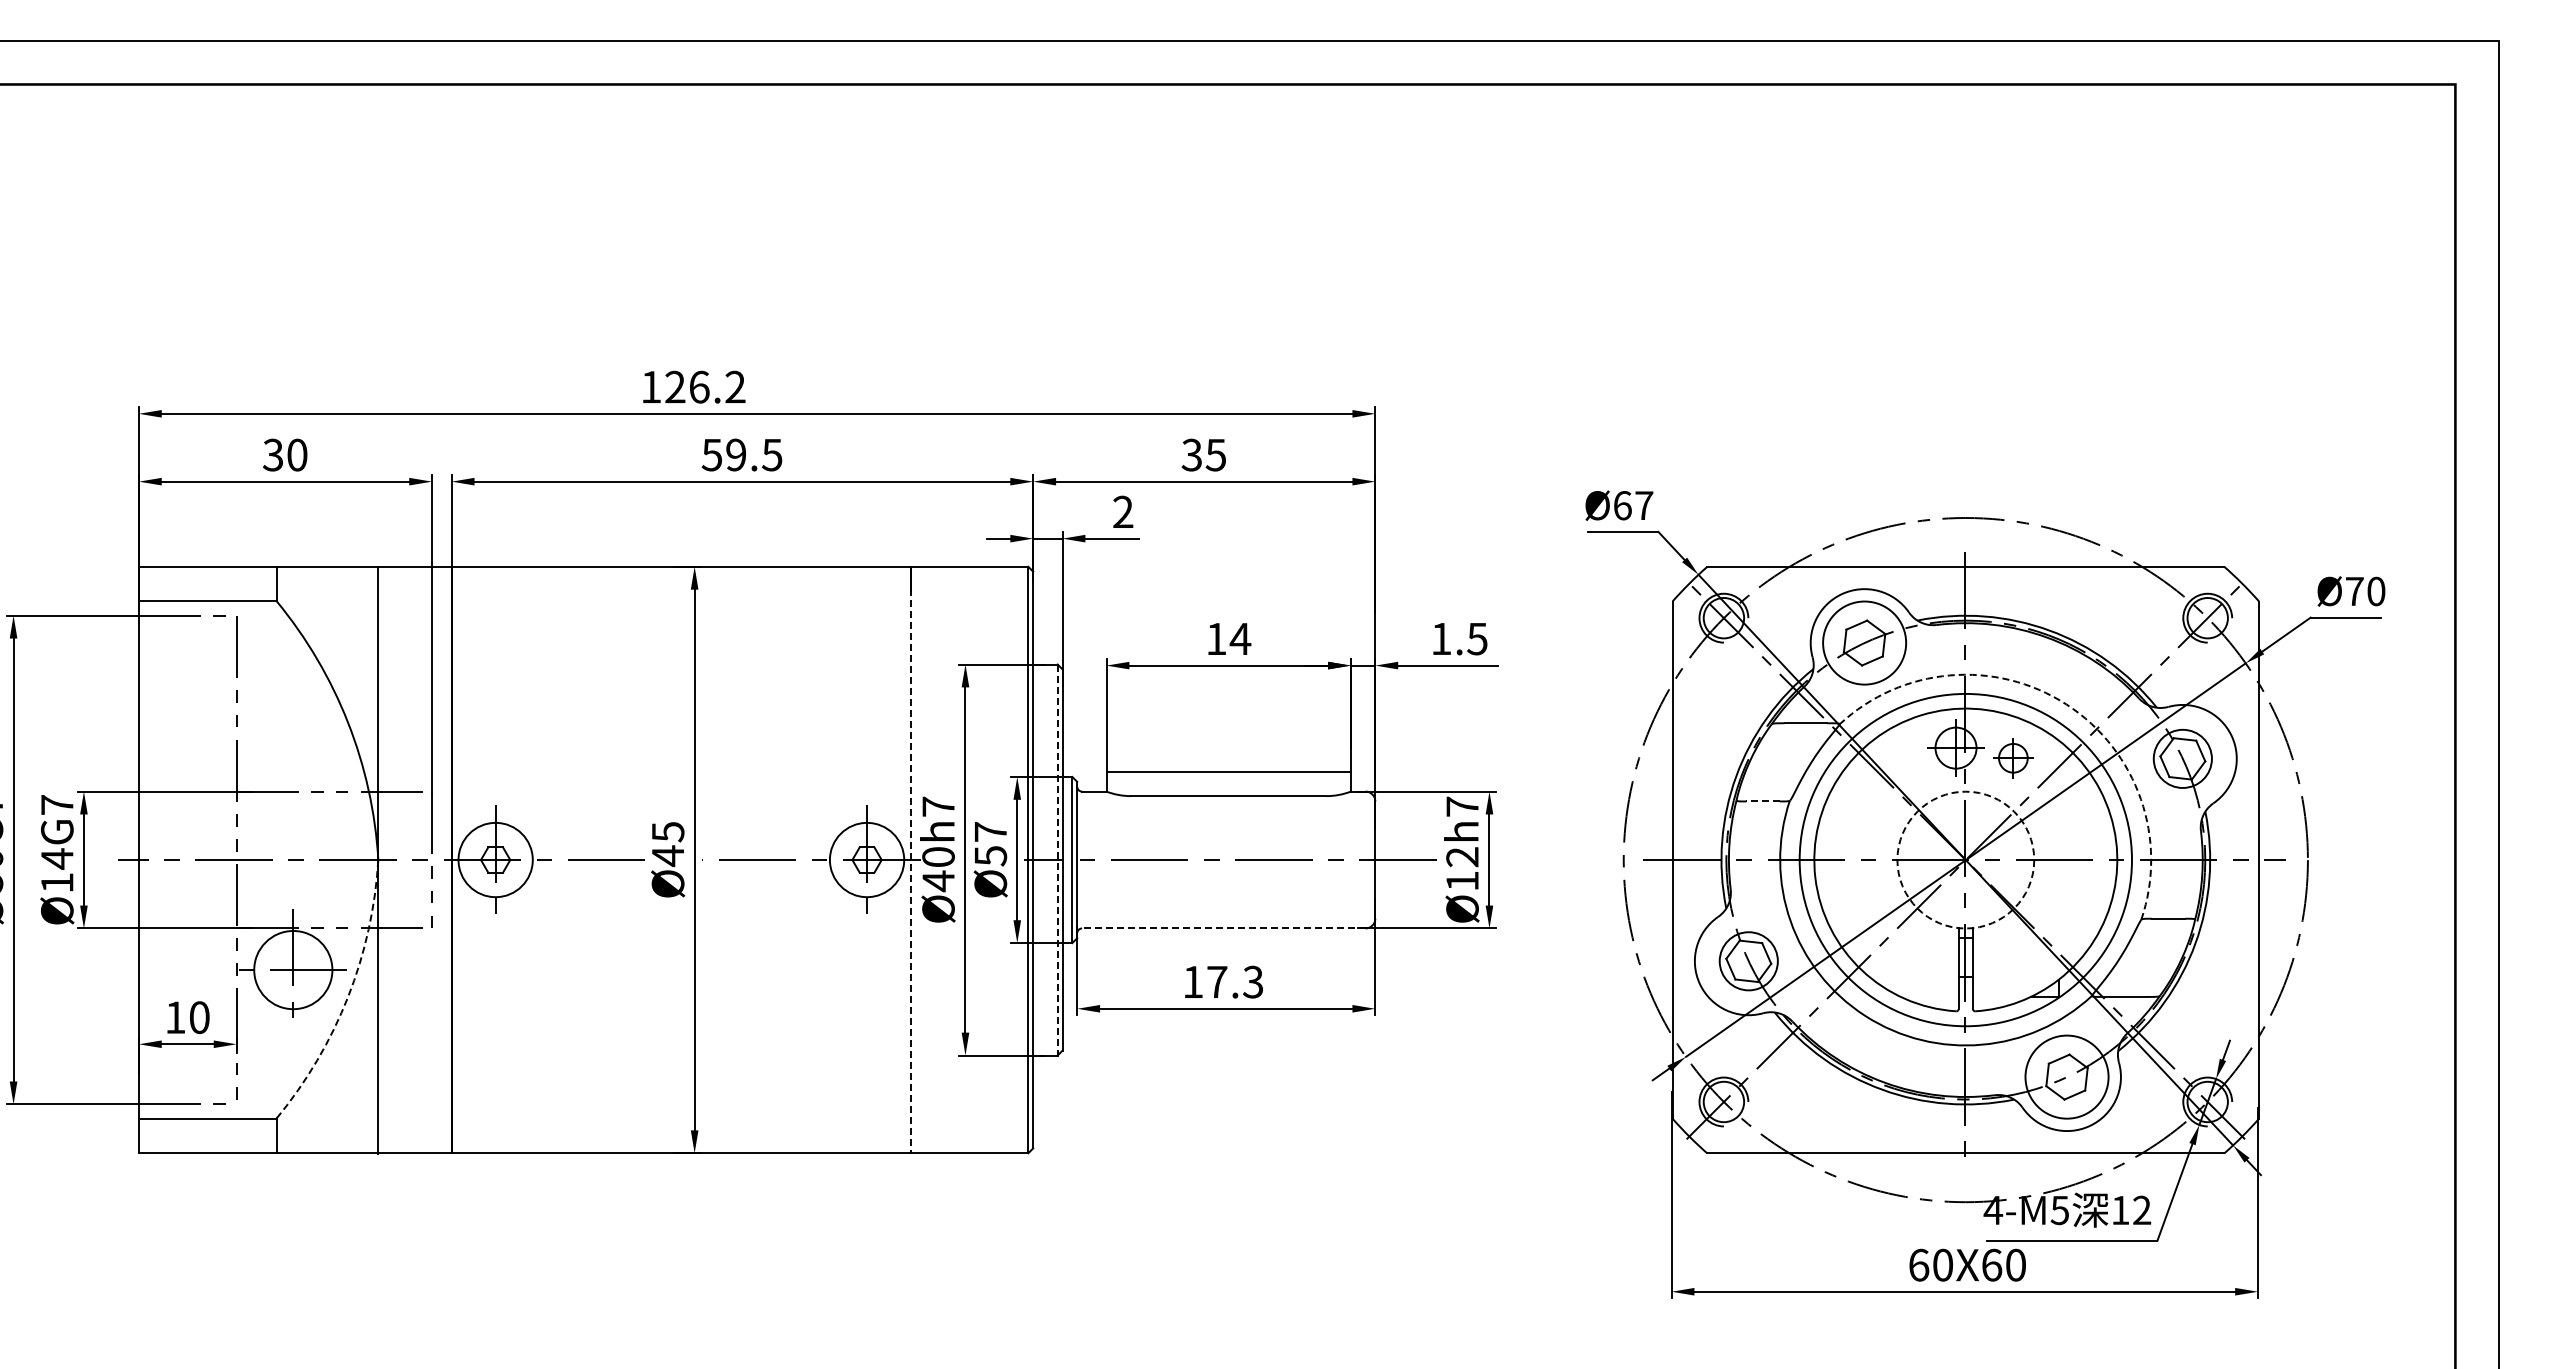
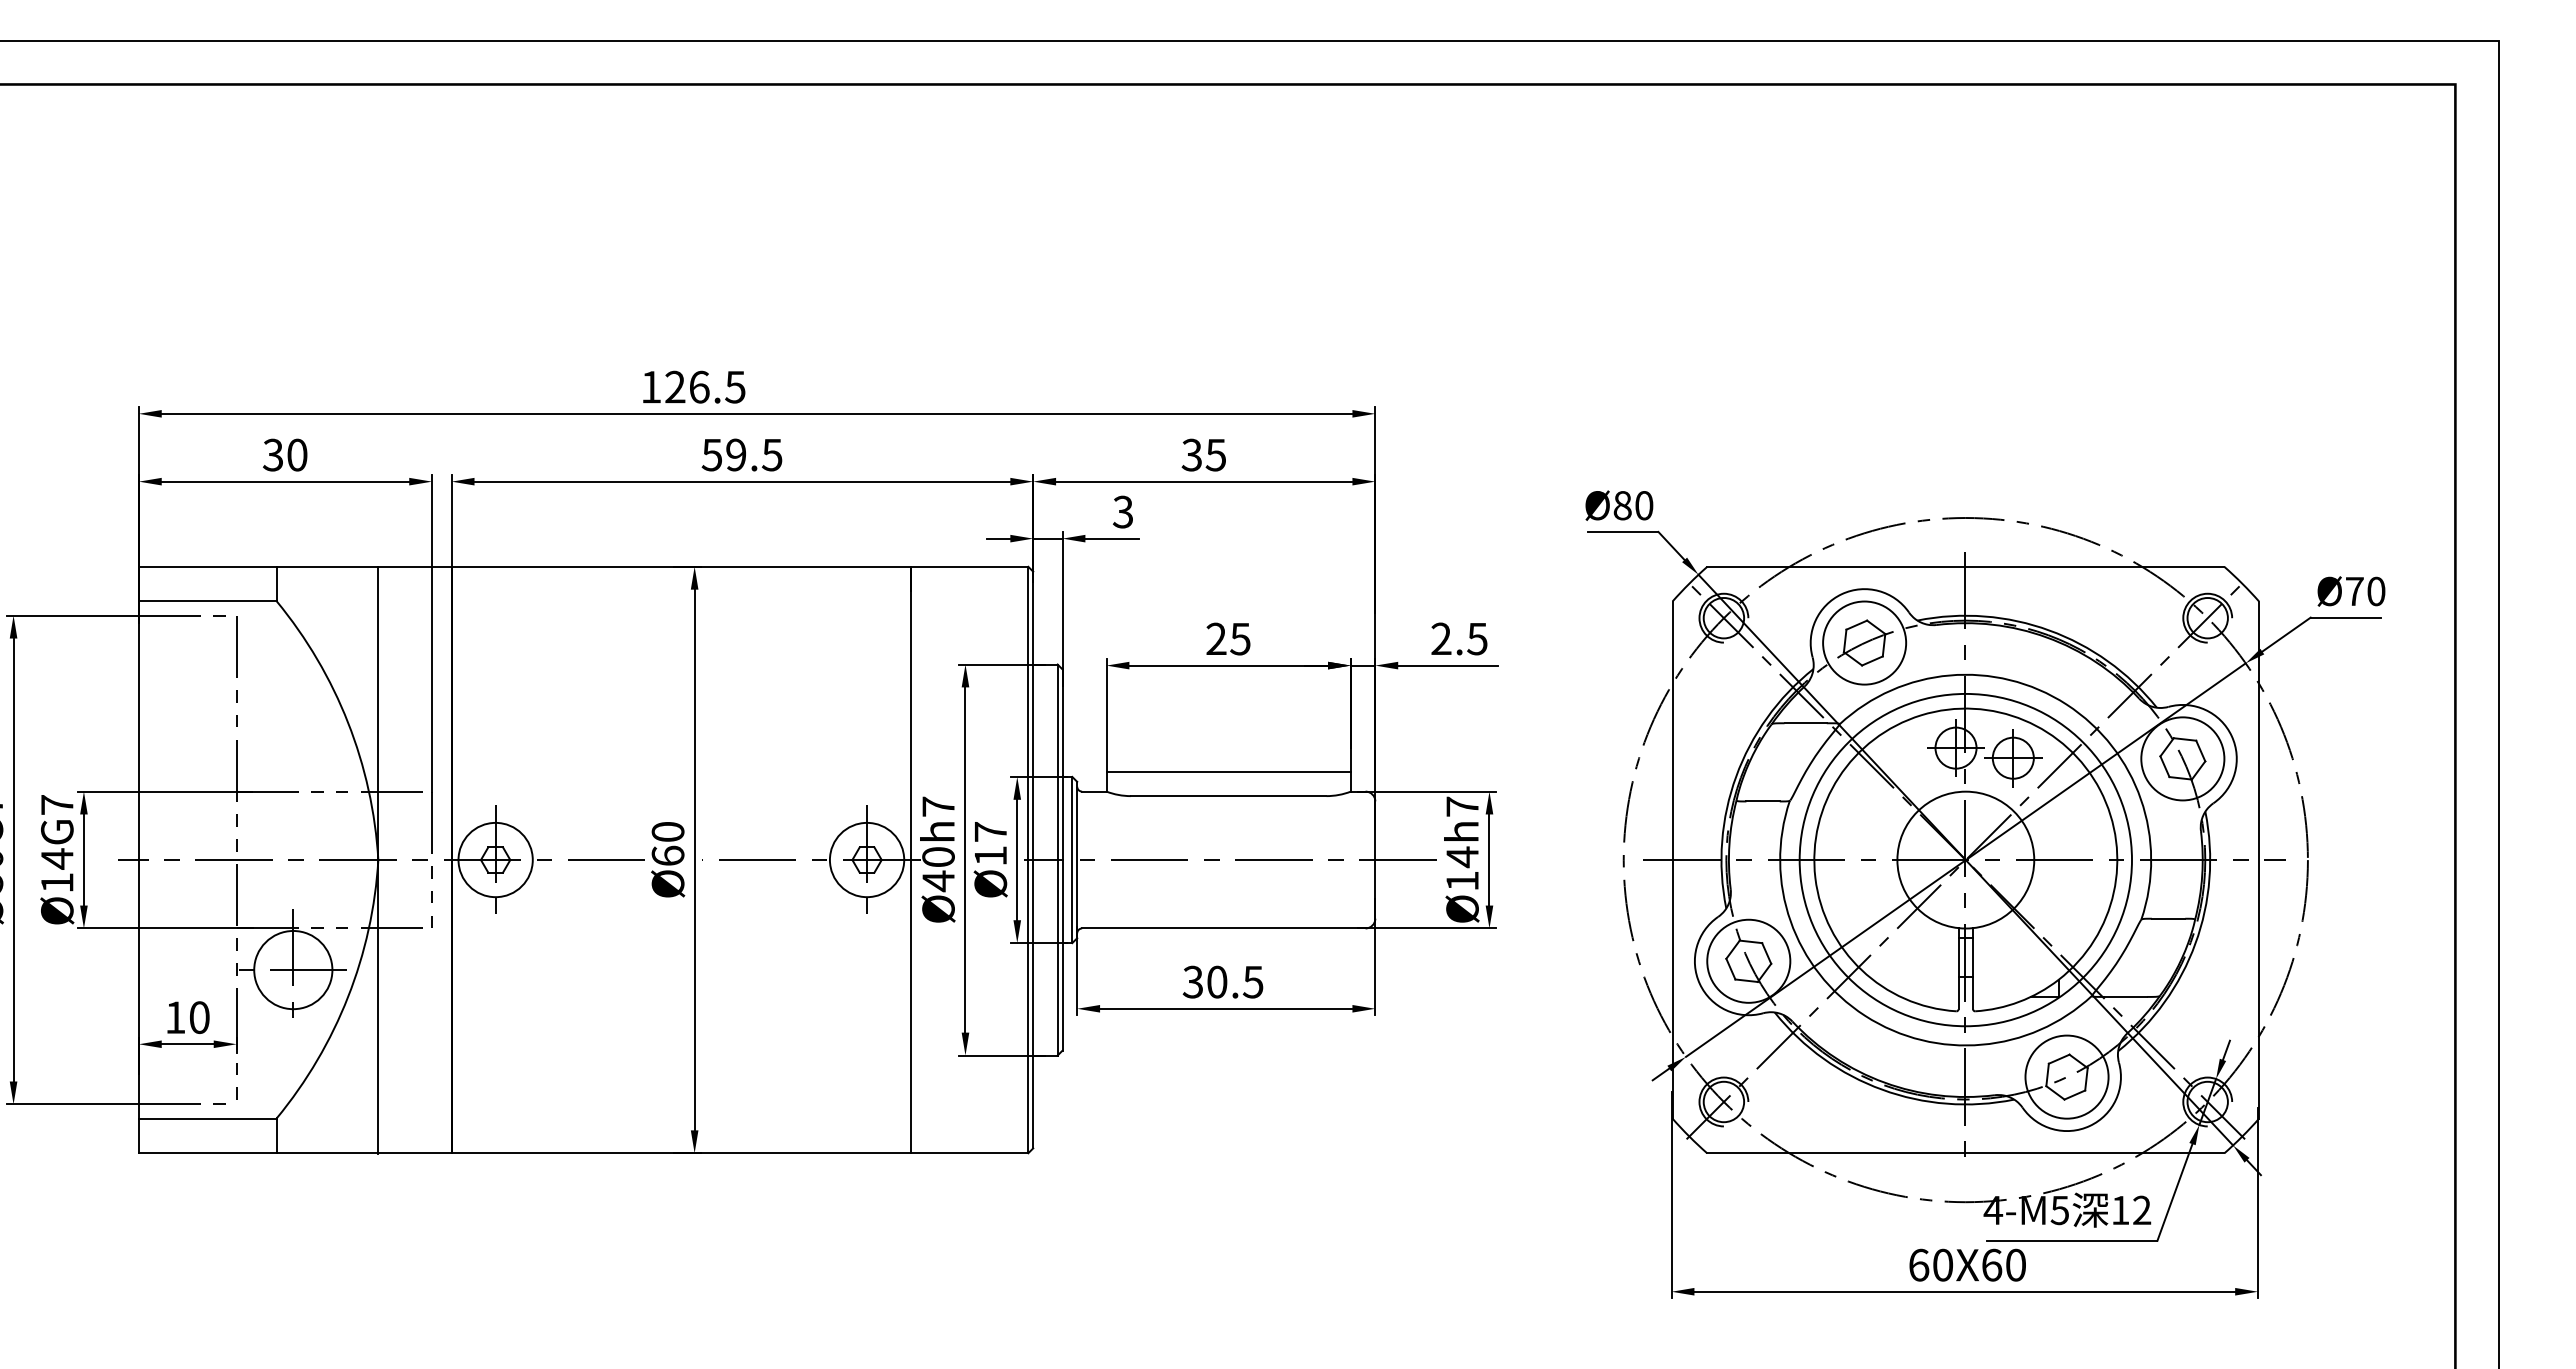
text at (735, 386): 126.2 -> 126.5
text at (1633, 505): Ø67 -> Ø80
text at (1122, 512): 2 -> 3
text at (1228, 638): 14 -> 25
text at (1441, 638): 1.5 -> 2.5
arc at (2066, 704): dashed -> solid
part at (2013, 758) size: 41x41 px -> 59x59 px
circle at (2182, 758) diameter: 58 px -> 83 px
line at (1763, 801): dashed -> solid
text at (667, 844): Ø45 -> Ø60
text at (991, 856): Ø57 -> Ø17
text at (1462, 857): Ø12h7 -> Ø14h7
circle at (1965, 859): dashed -> solid
line at (911, 860): dashed -> solid
line at (1057, 860): dashed -> solid
line at (1223, 928): dashed -> solid
circle at (1748, 961) diameter: 58 px -> 83 px
text at (1222, 981): 17.3 -> 30.5
arc at (348, 997): dashed -> solid
